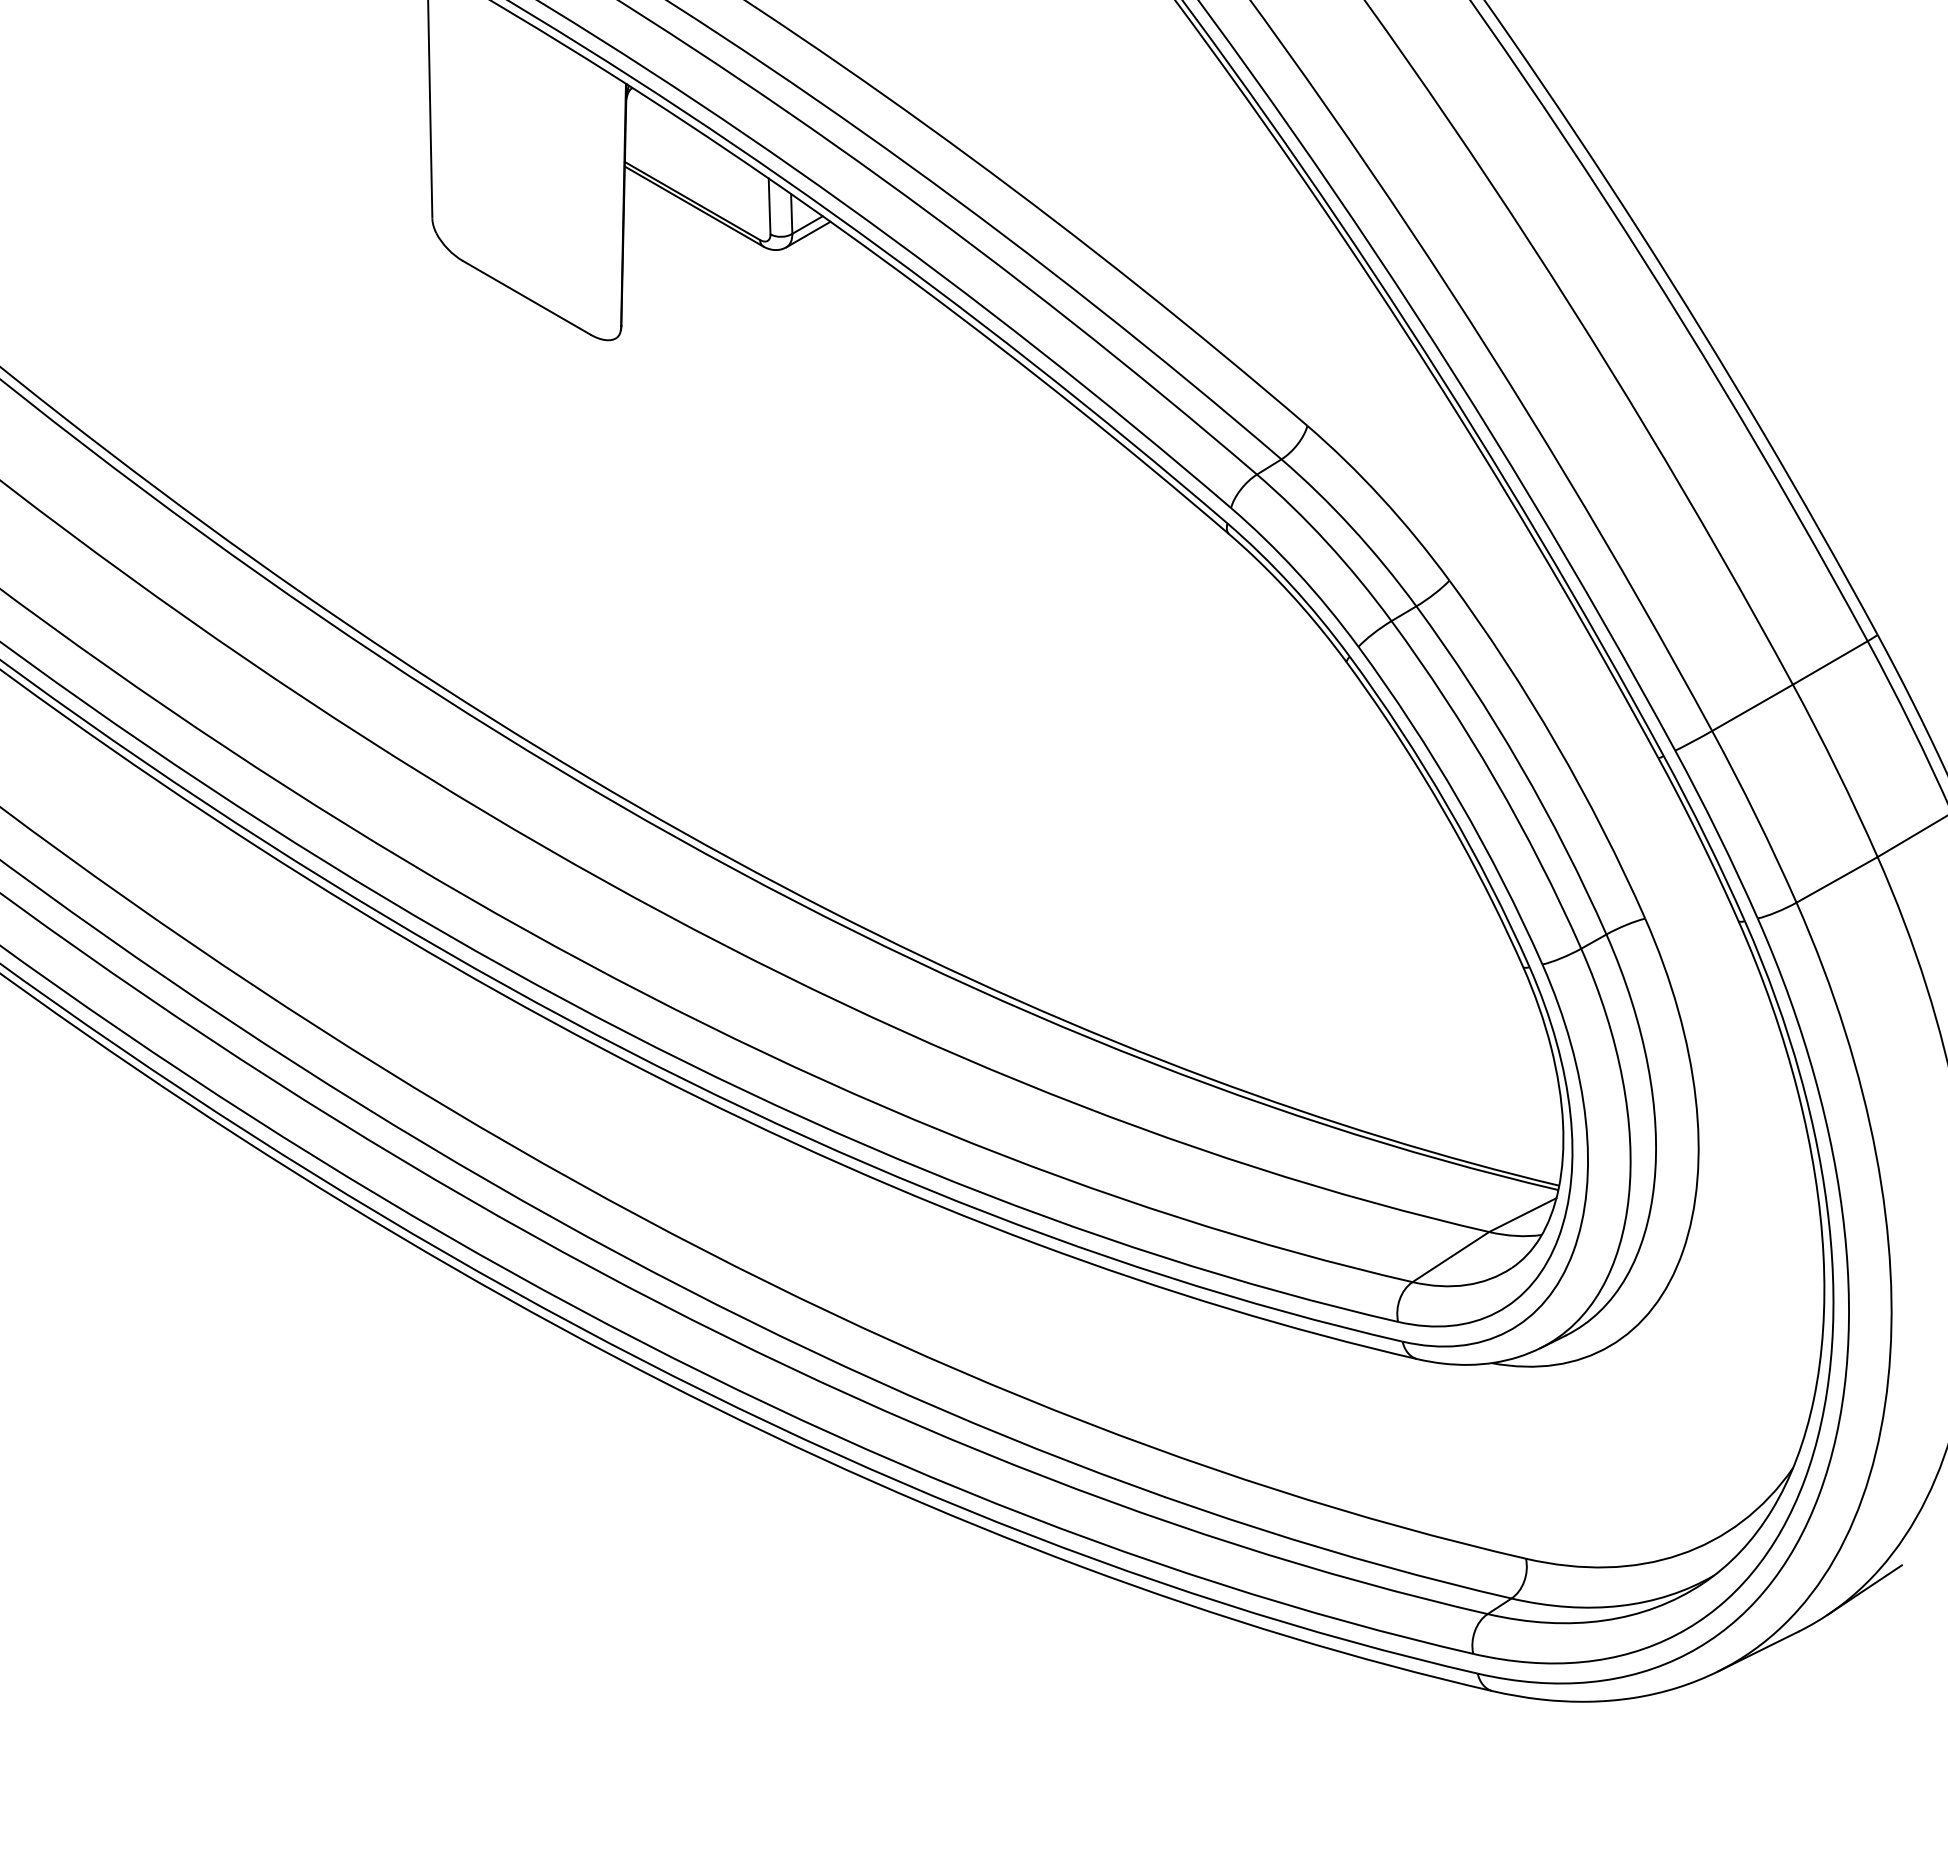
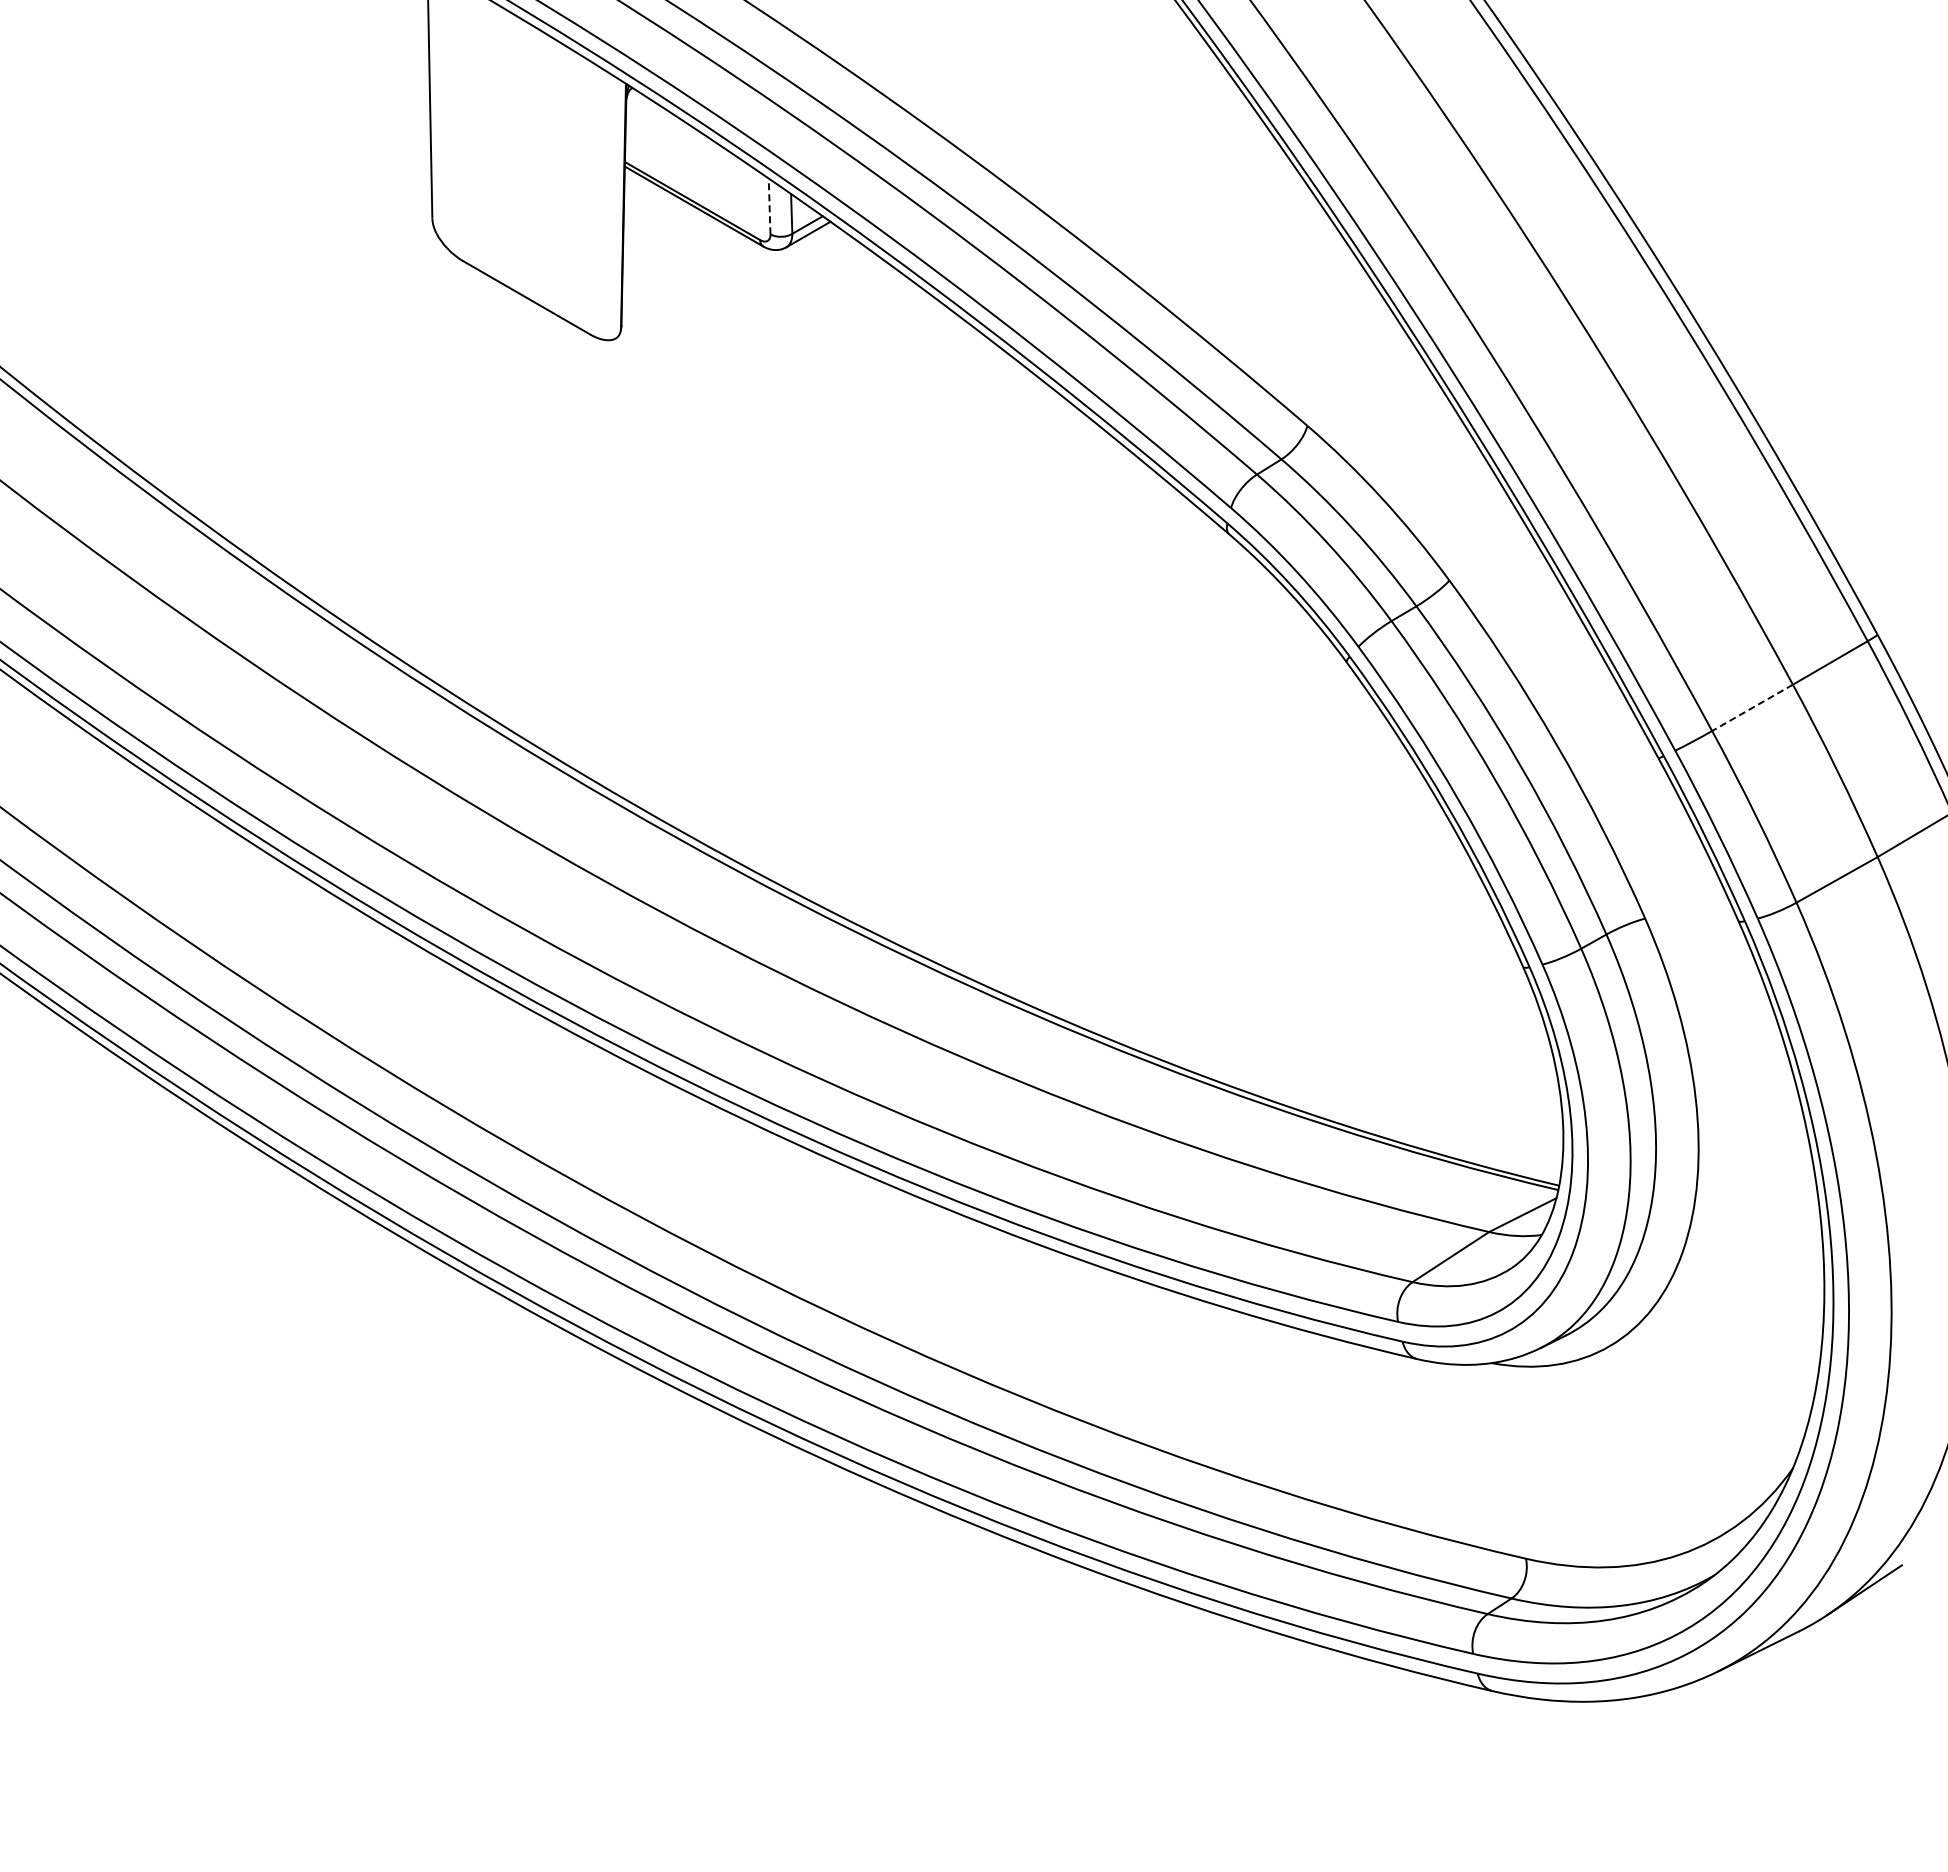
line at (769, 206): solid -> dashed
line at (1752, 707): solid -> dashed
